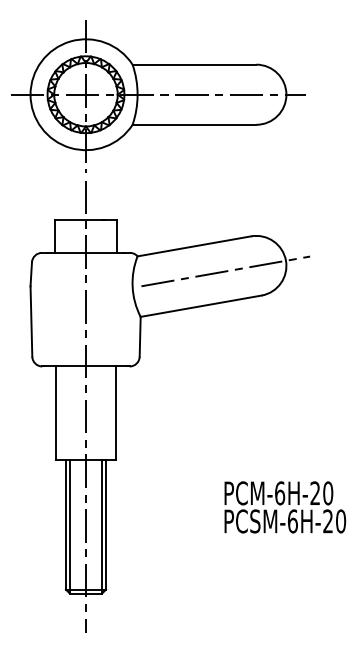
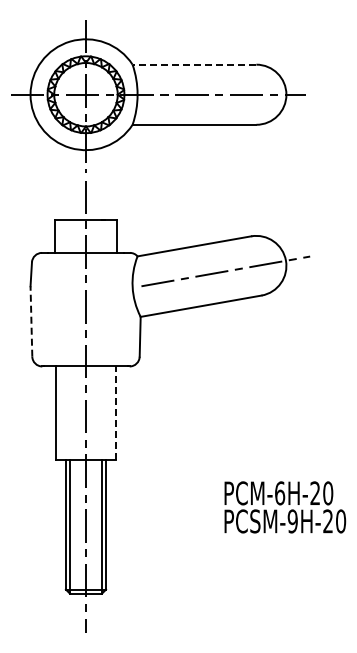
line at (194, 64): solid -> dashed
line at (31, 321): solid -> dashed
line at (116, 413): solid -> dashed
text at (292, 521): PCSM-6H-20 -> PCSM-9H-20
